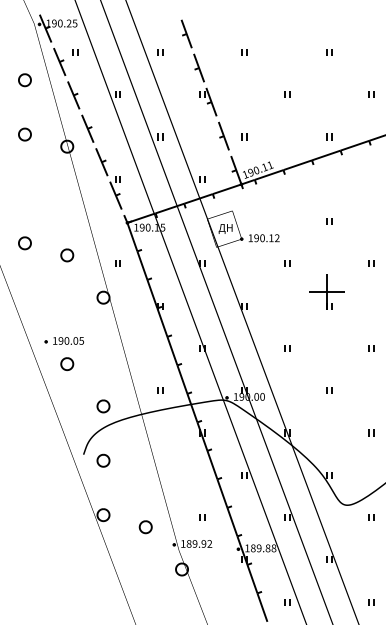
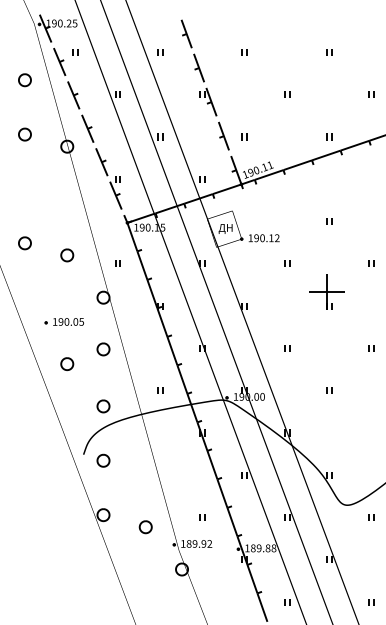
text at (63, 340) position: (63, 340) -> (63, 321)
part at (103, 349): none -> present
part at (371, 432): present -> none
